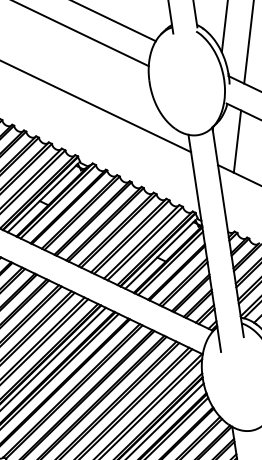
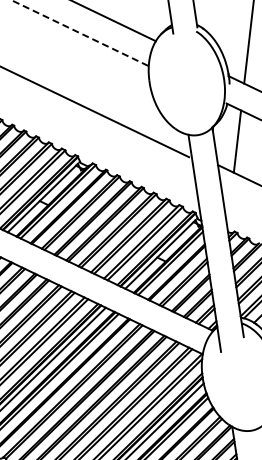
line at (224, 27): present -> none
line at (80, 33): solid -> dashed
line at (96, 106) position: (96, 106) -> (95, 112)
